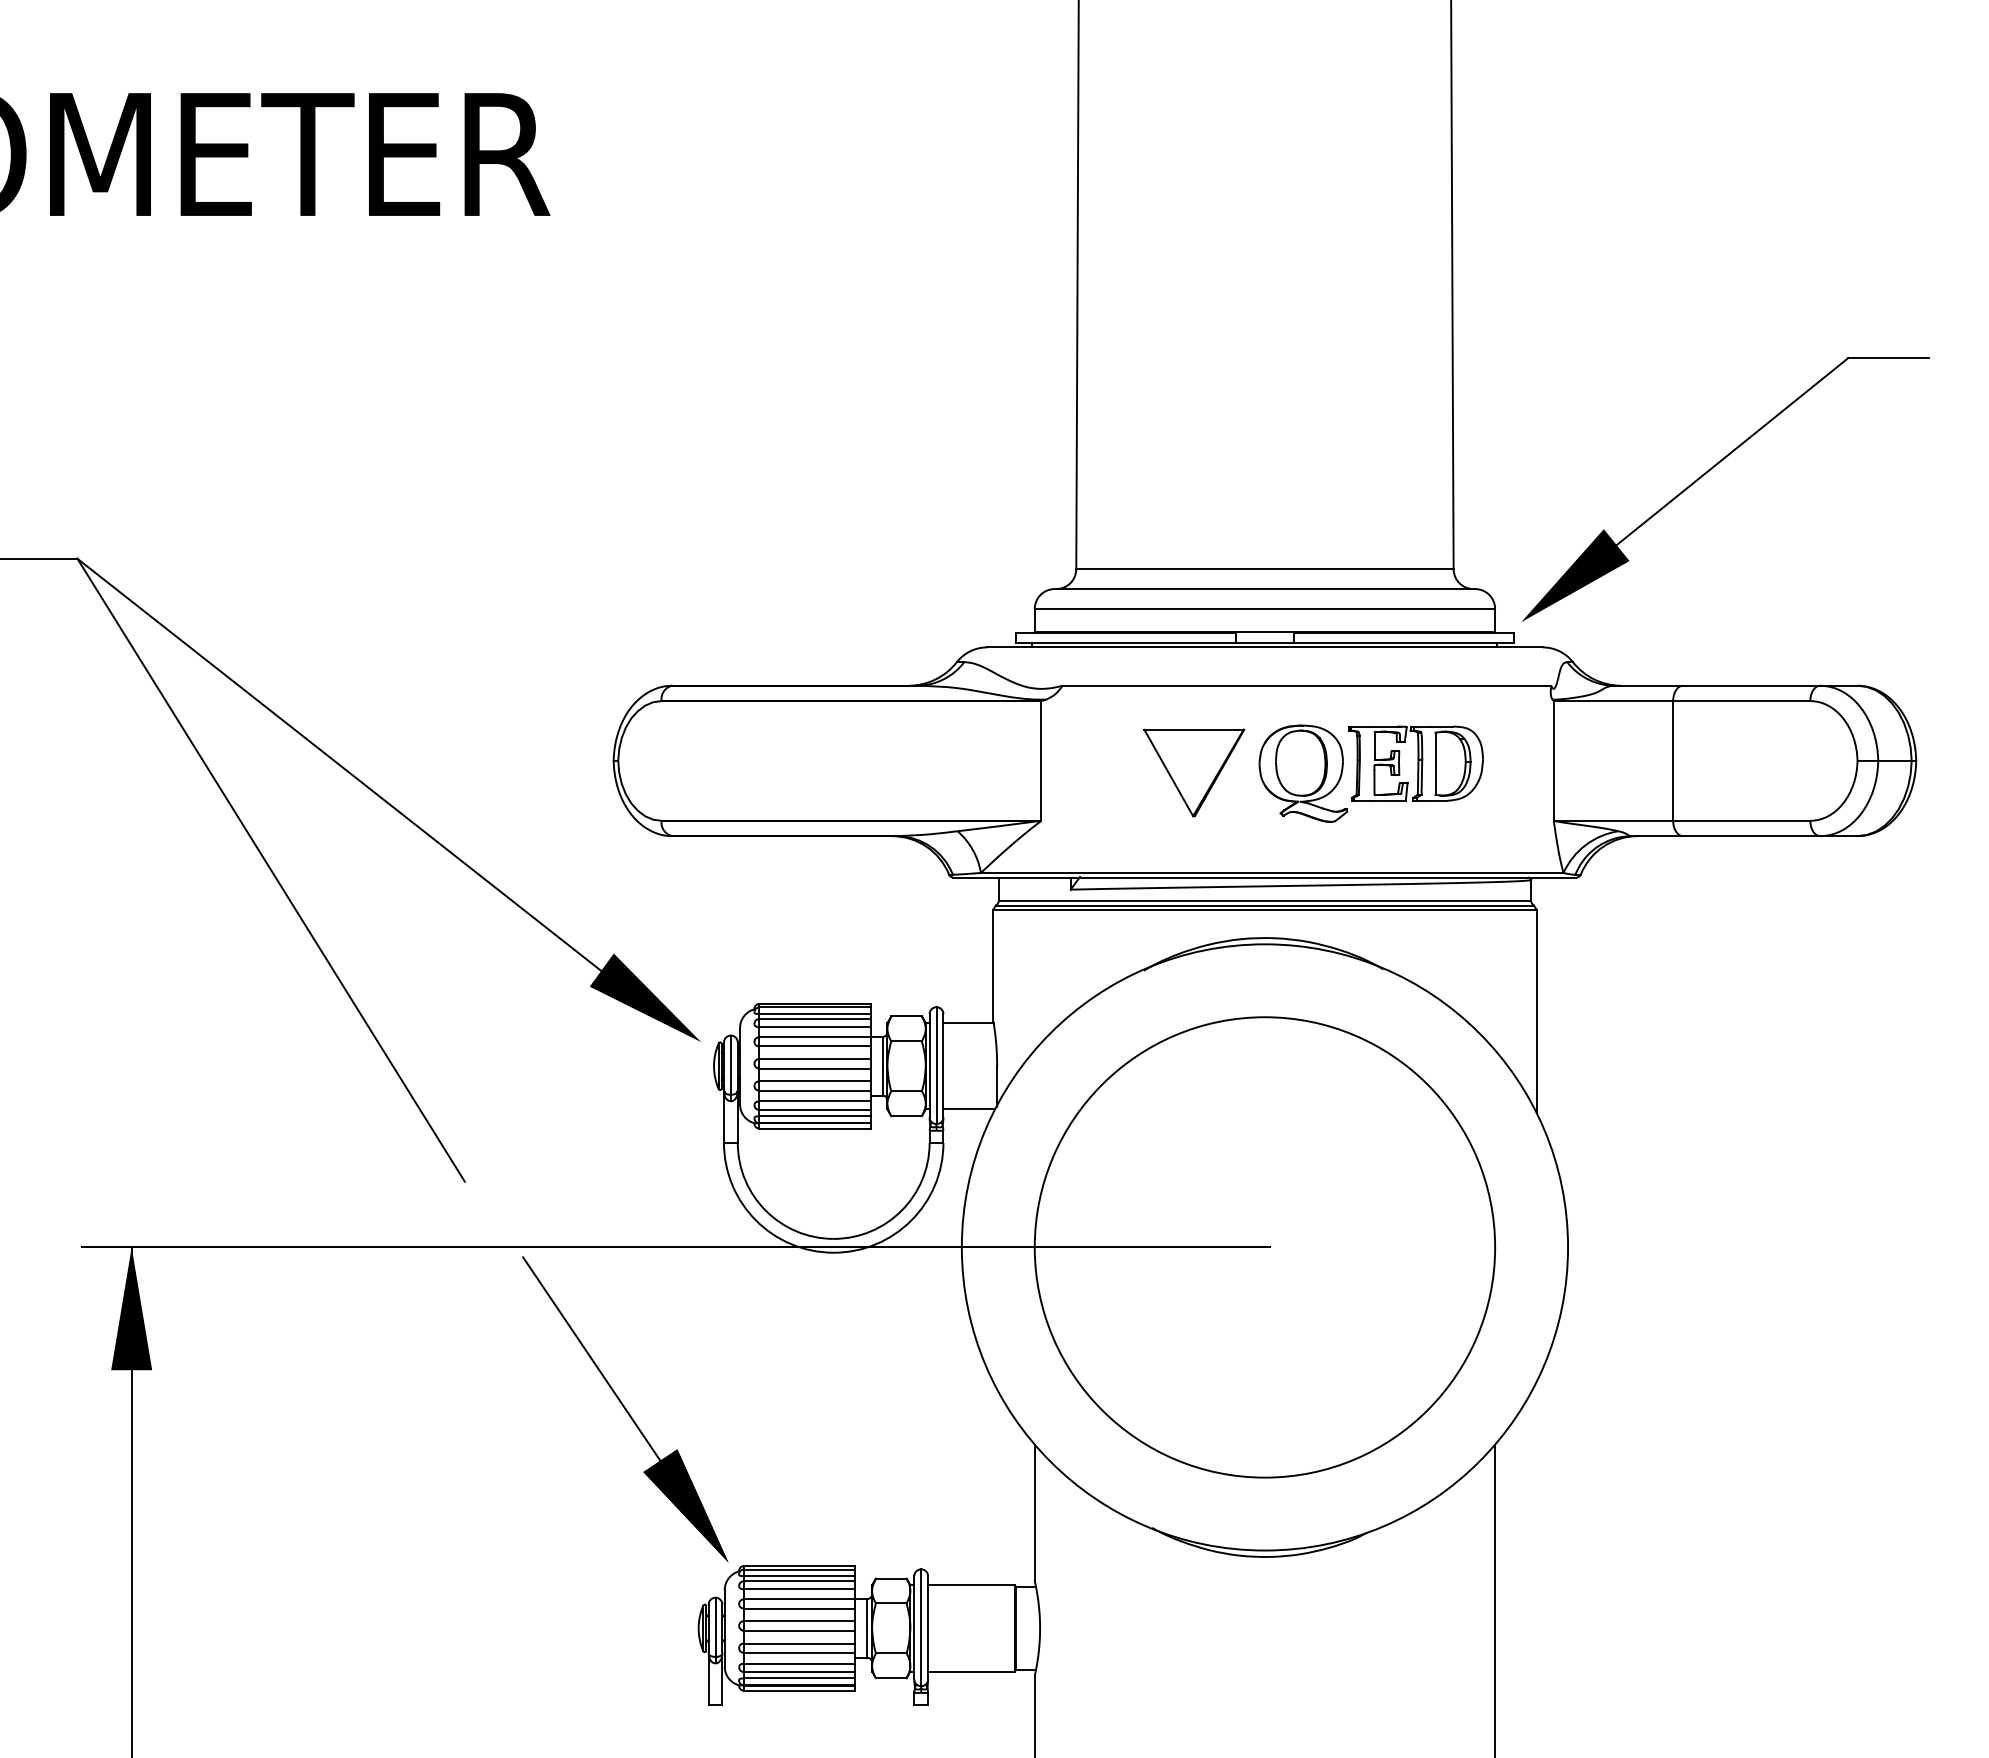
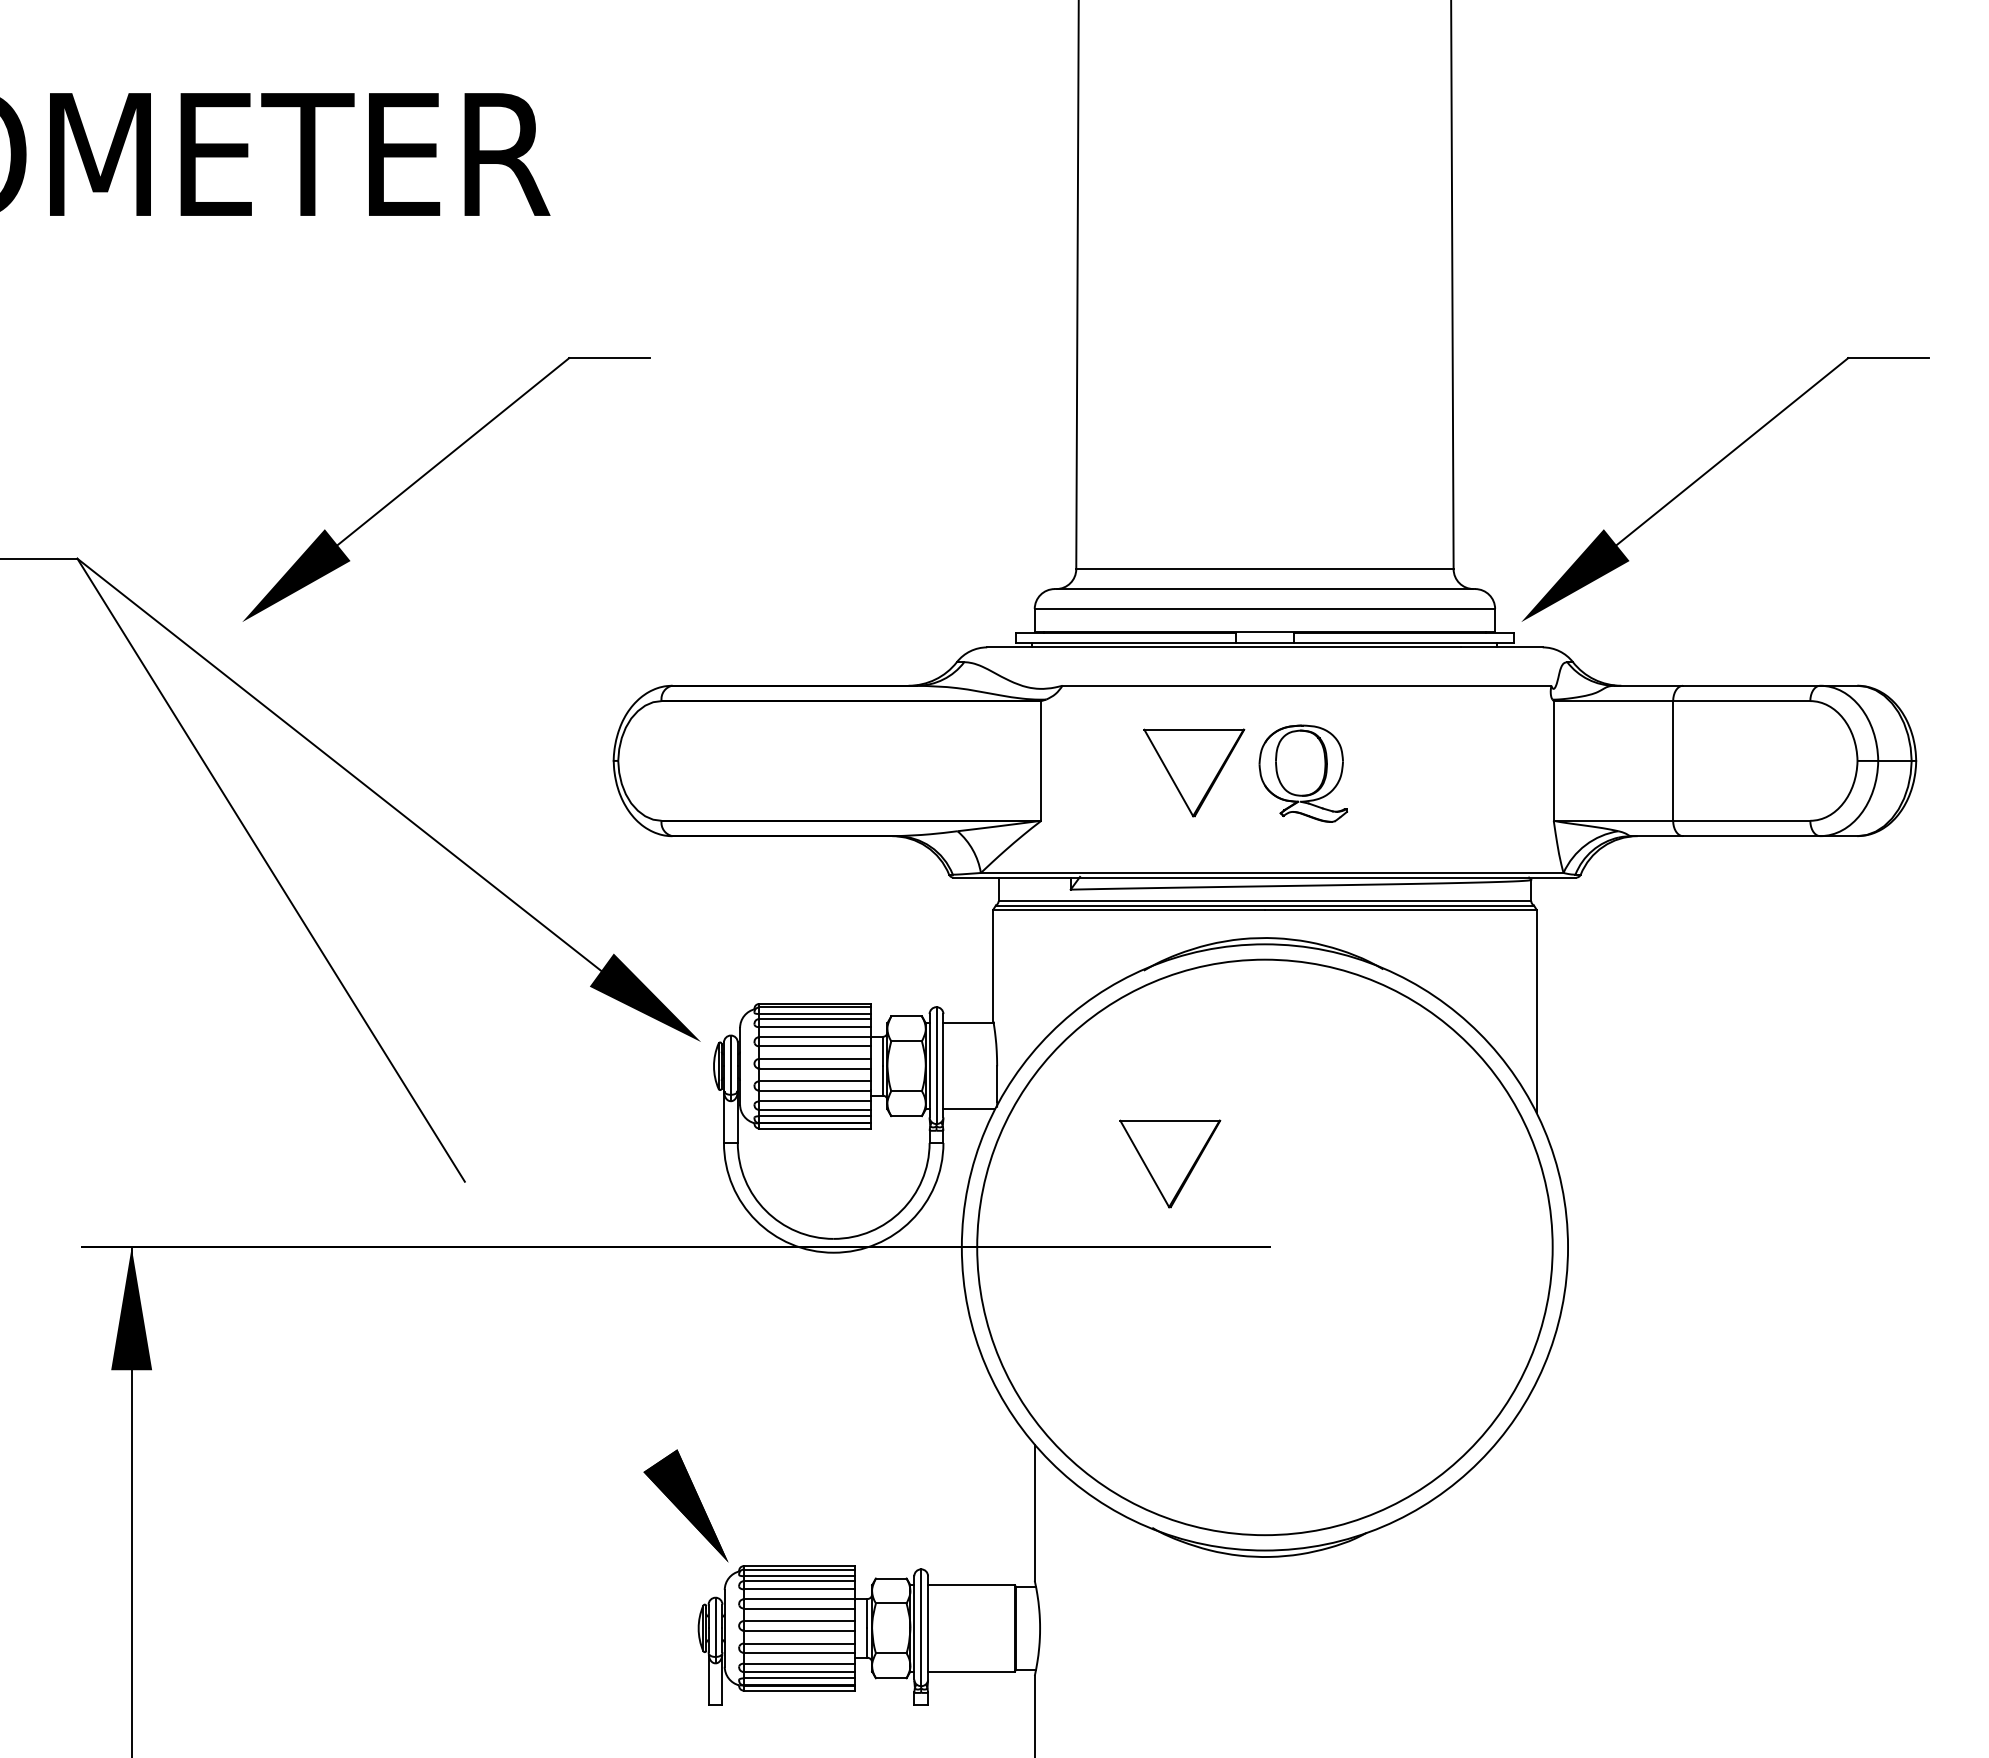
part at (429, 472): none -> present
part at (1415, 763): present -> none
part at (1170, 1163): none -> present
circle at (1264, 1247) diameter: 460 px -> 575 px
line at (591, 1358): present -> none
line at (1495, 1599): present -> none
